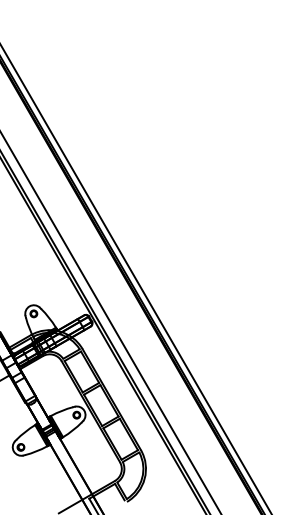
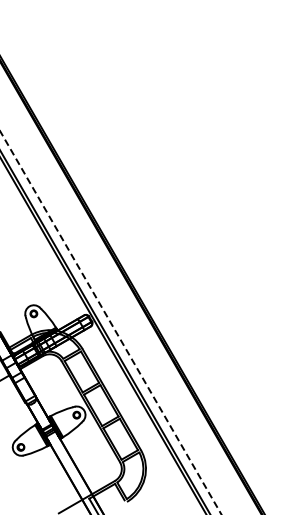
line at (136, 279): present -> none
line at (111, 323): solid -> dashed
